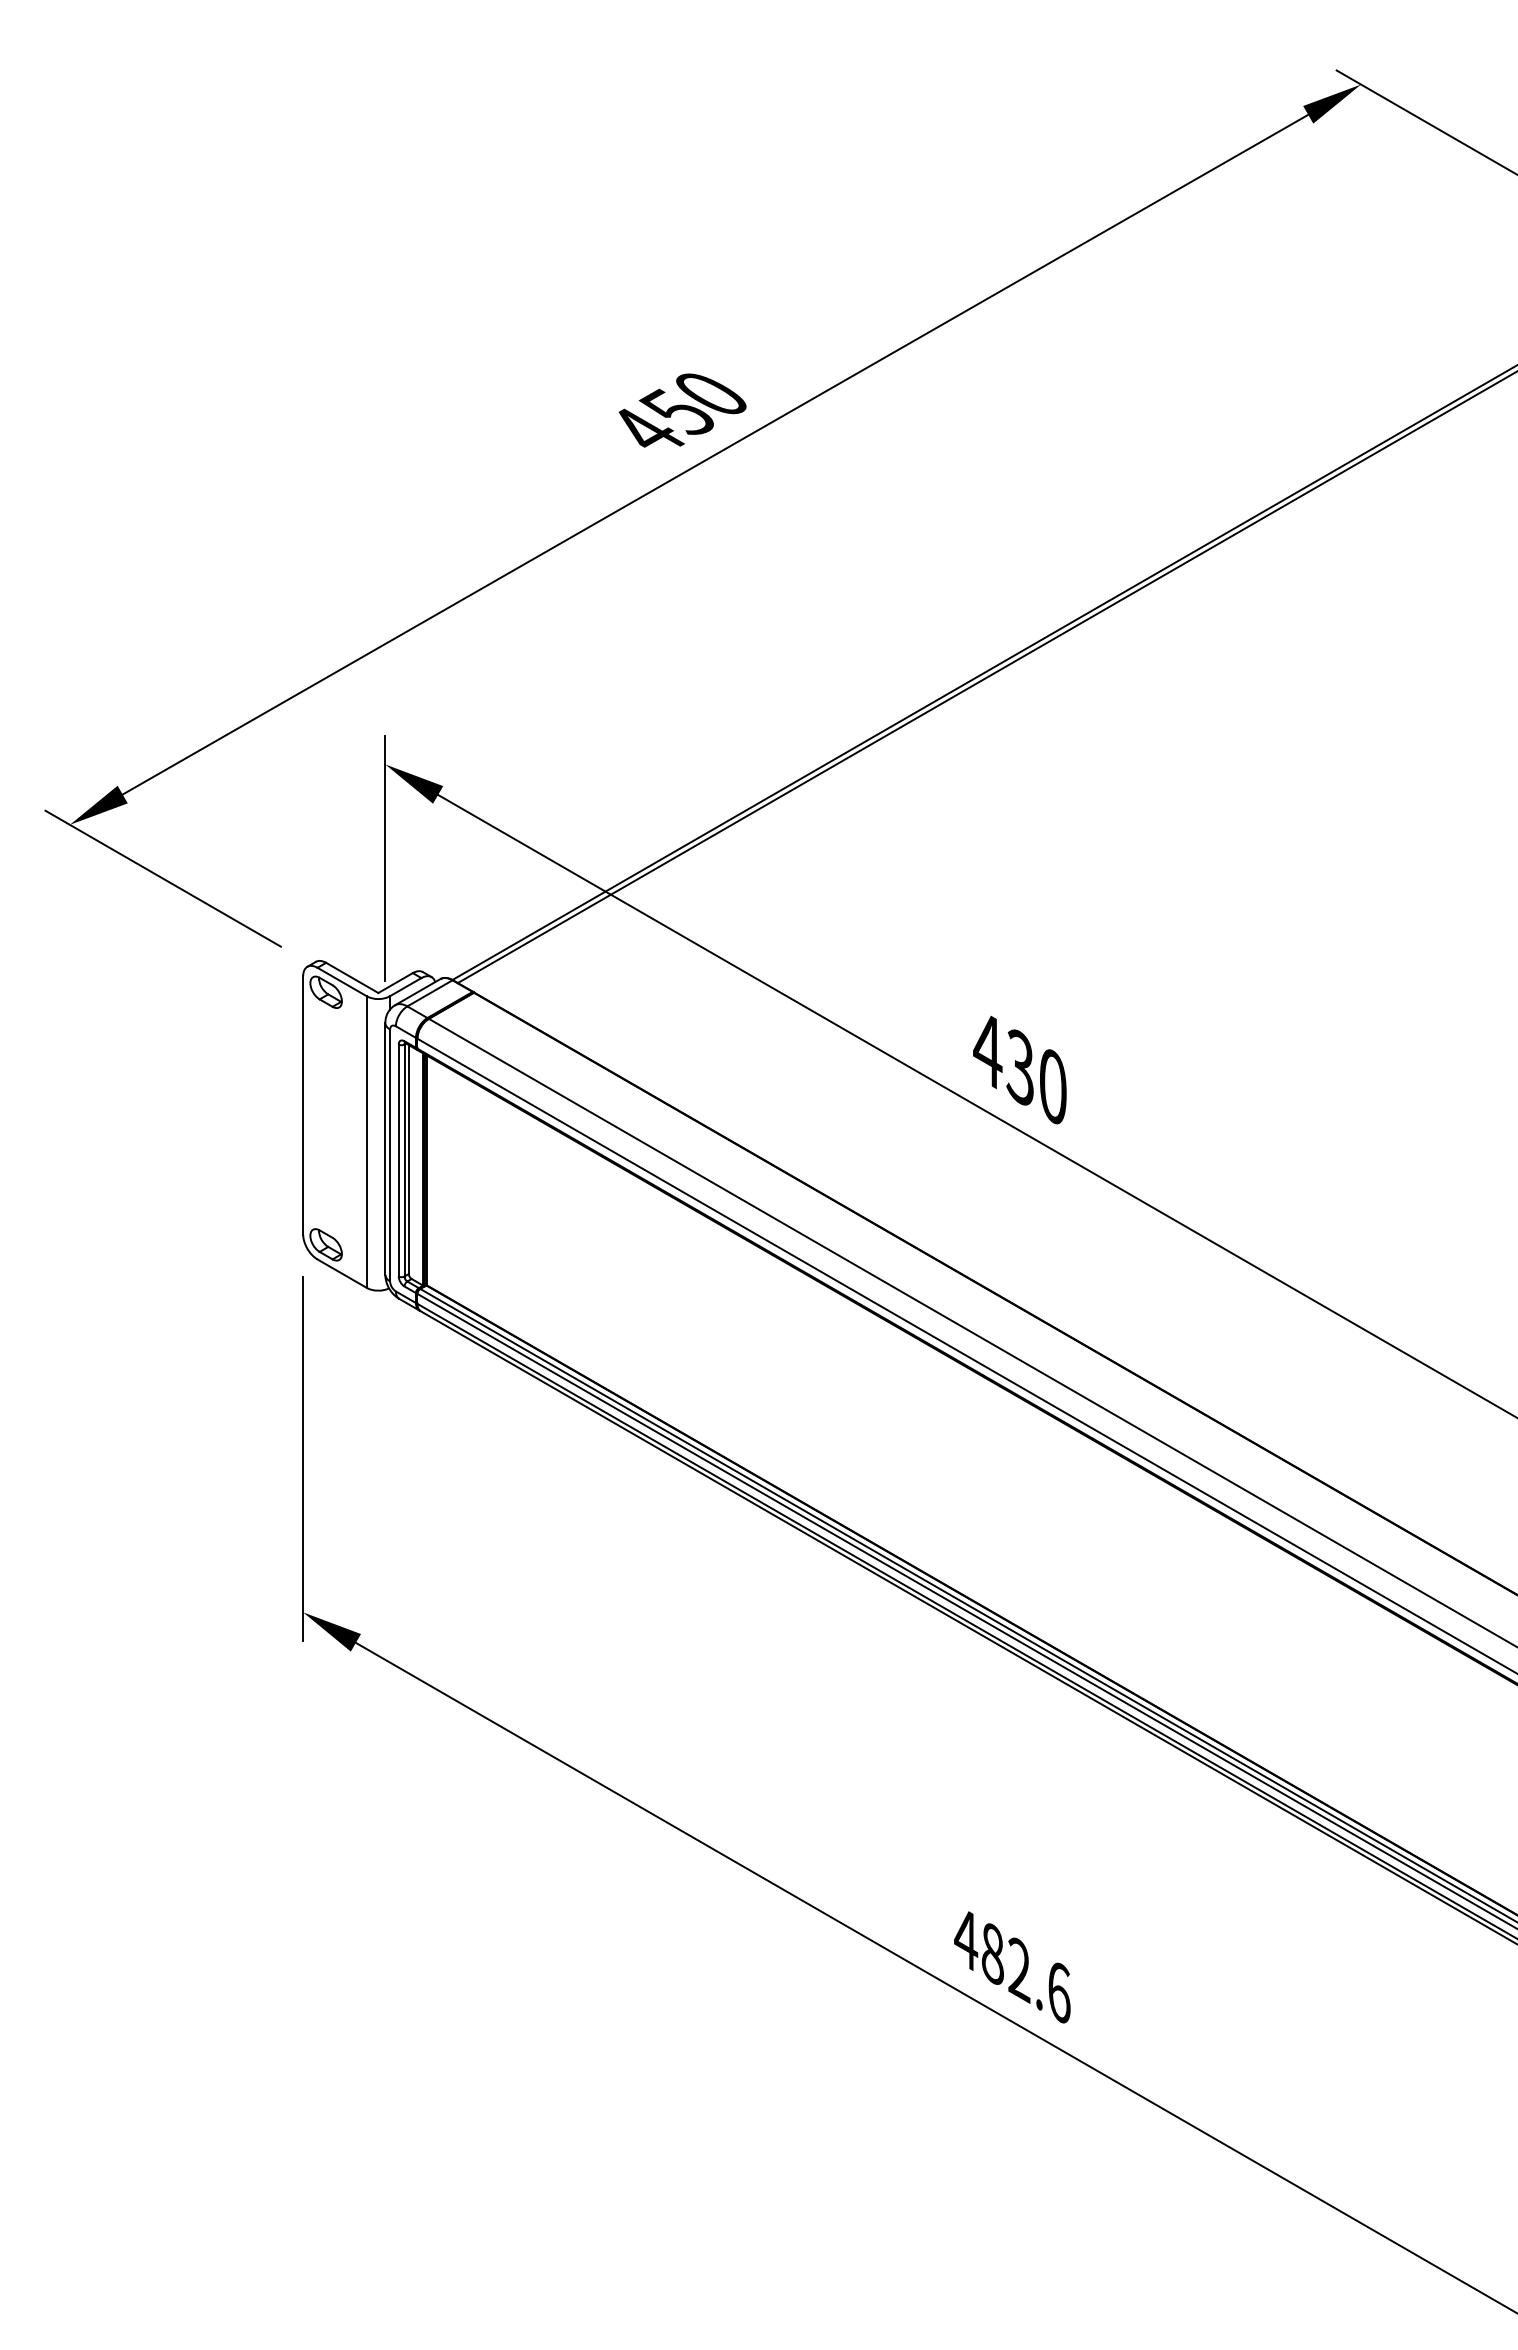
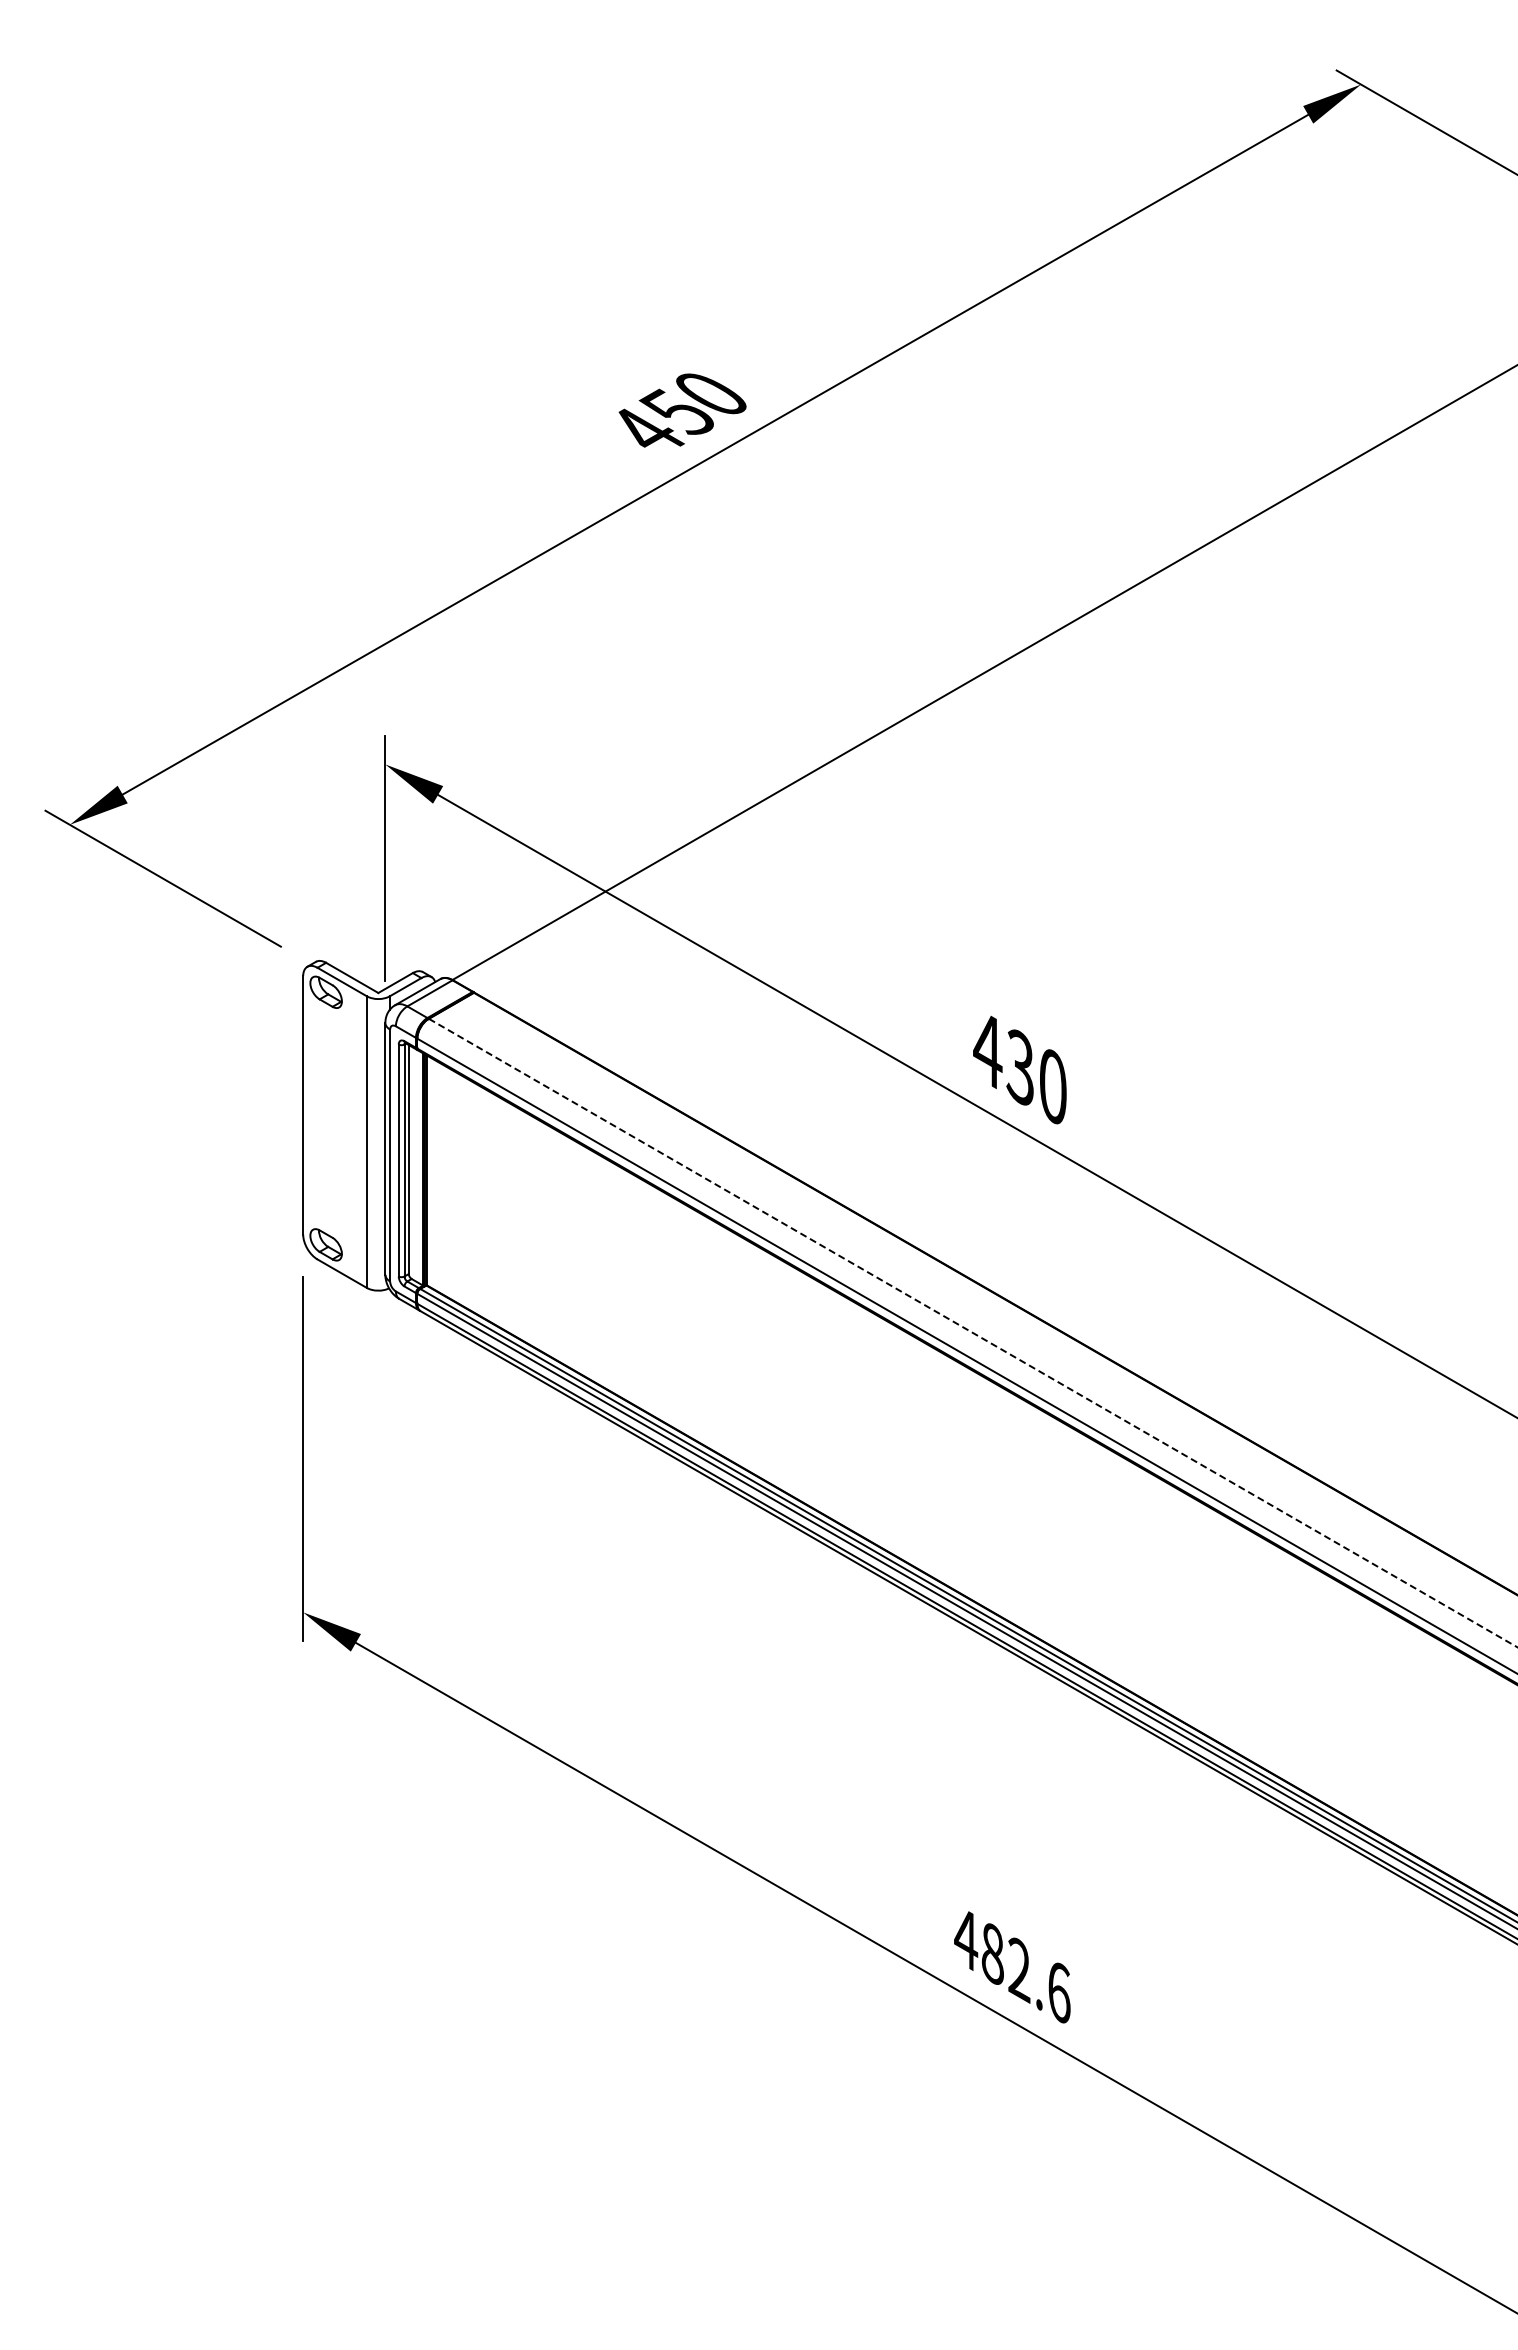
line at (985, 677): present -> none
line at (973, 1333): solid -> dashed
